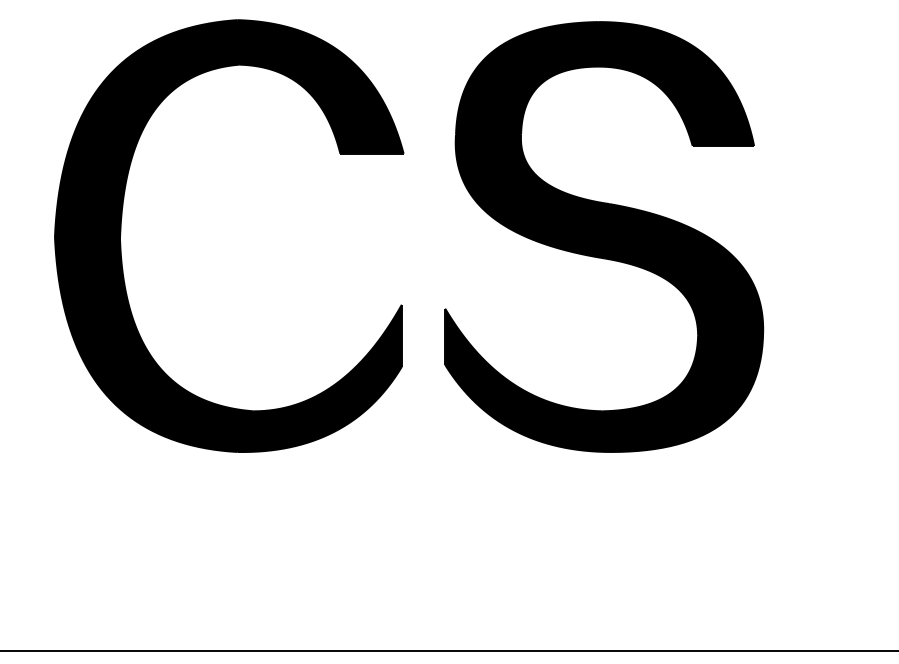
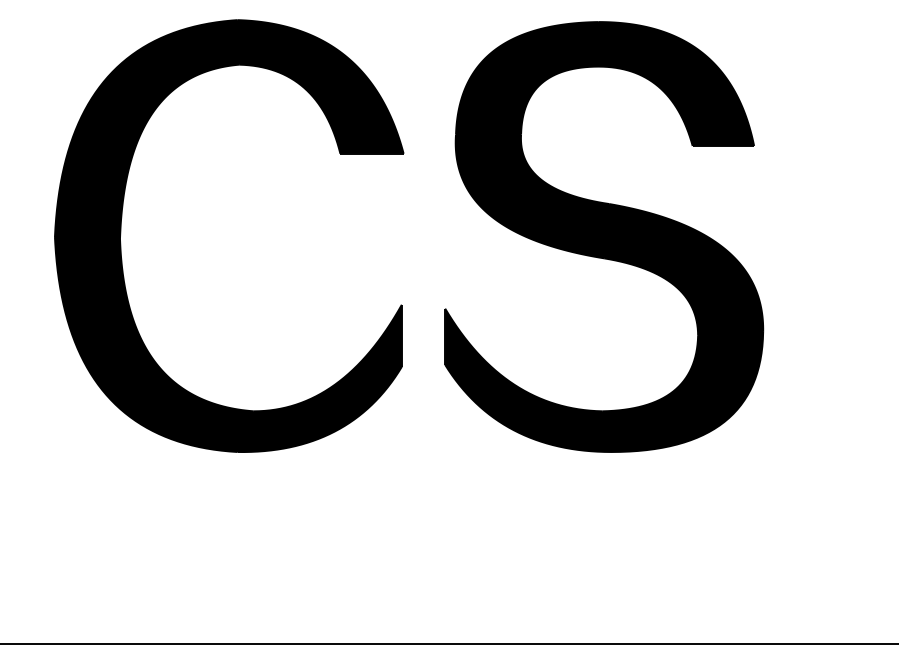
line at (448, 650) position: (448, 650) -> (448, 643)
